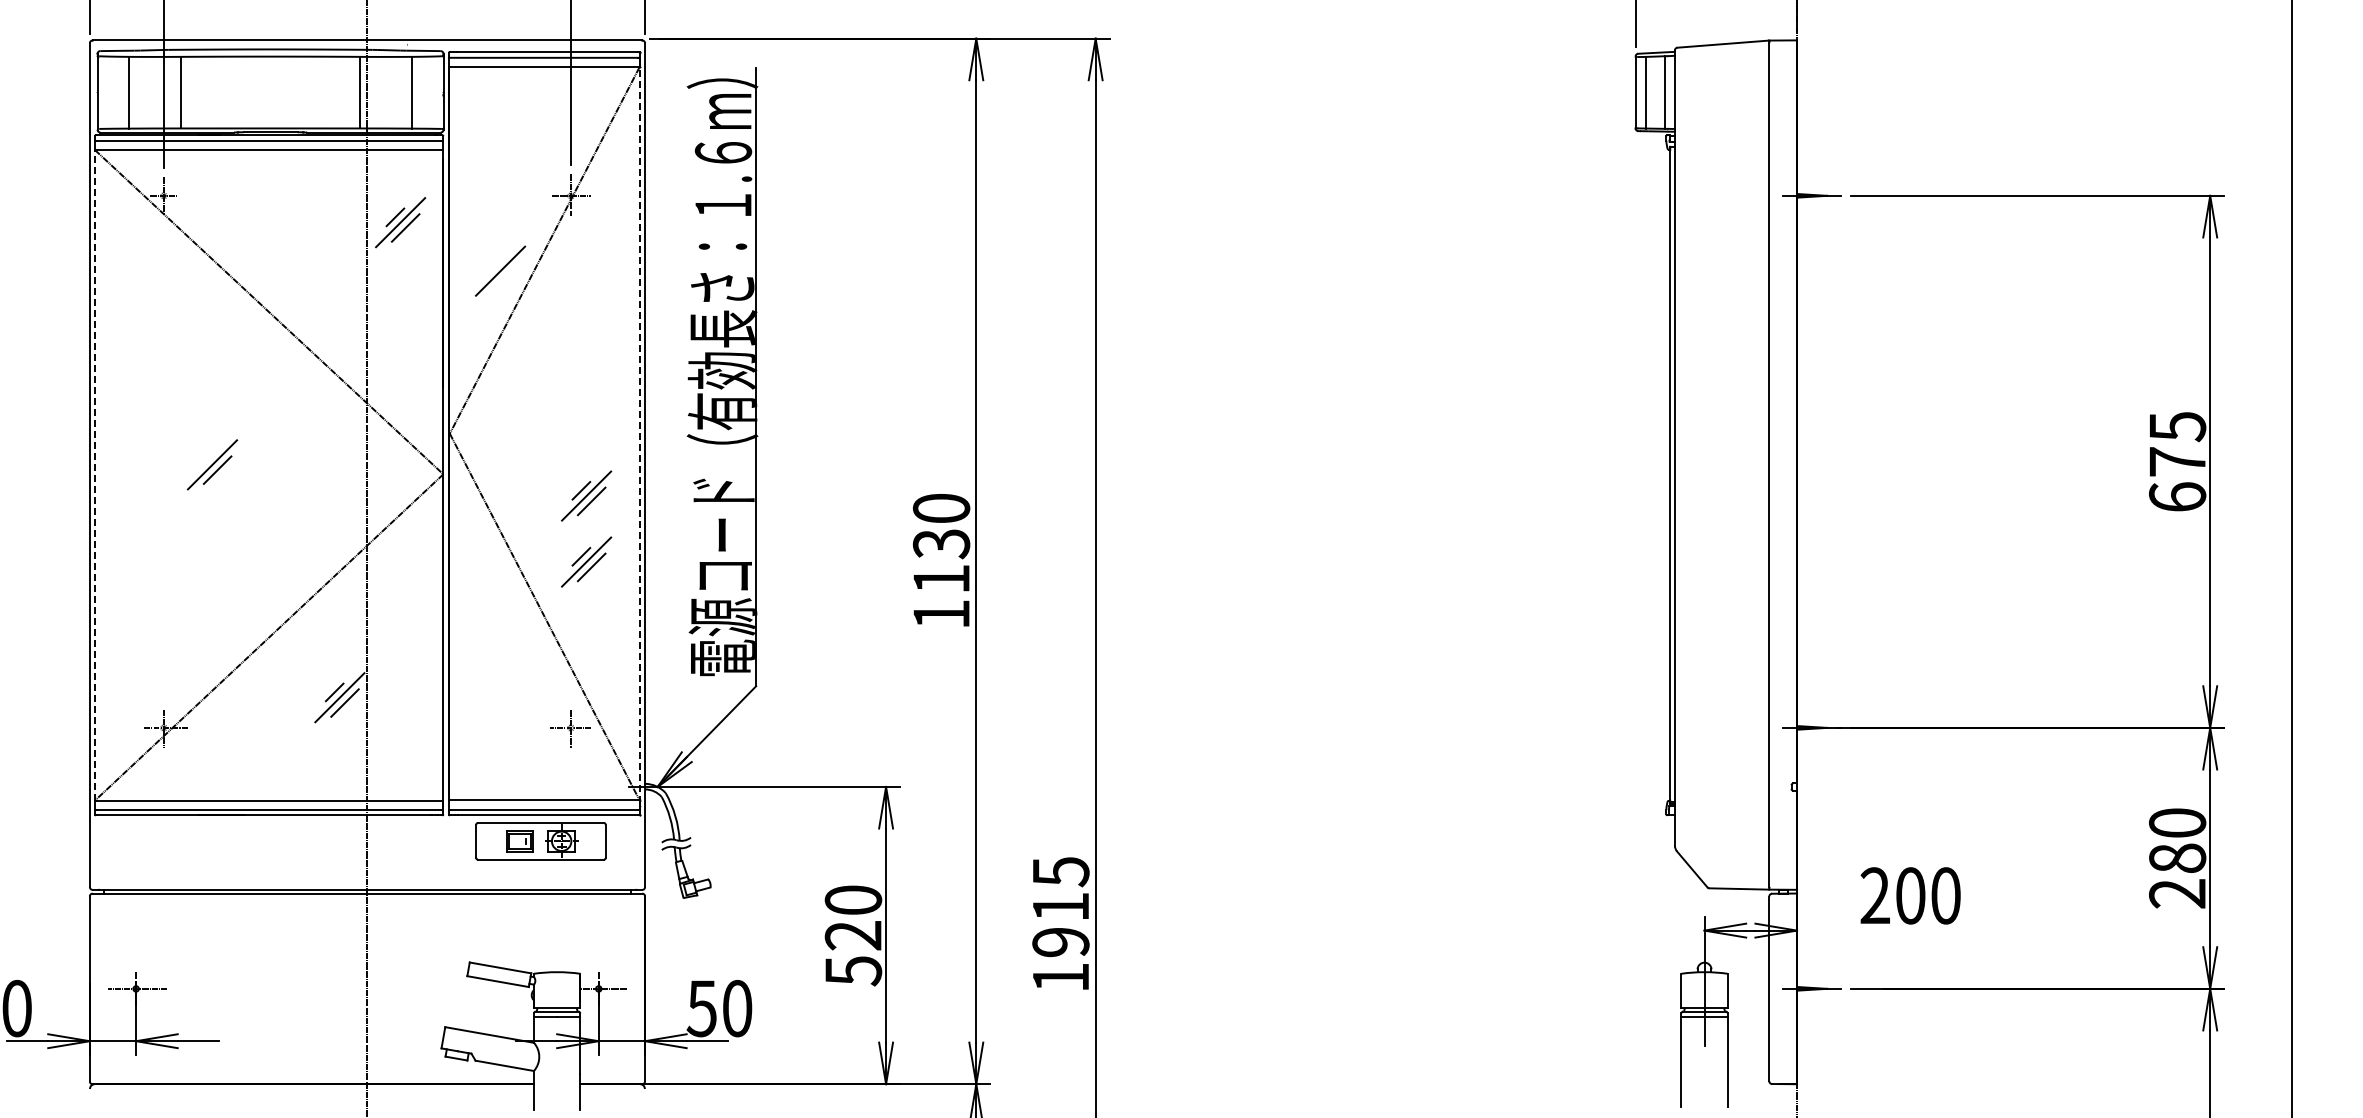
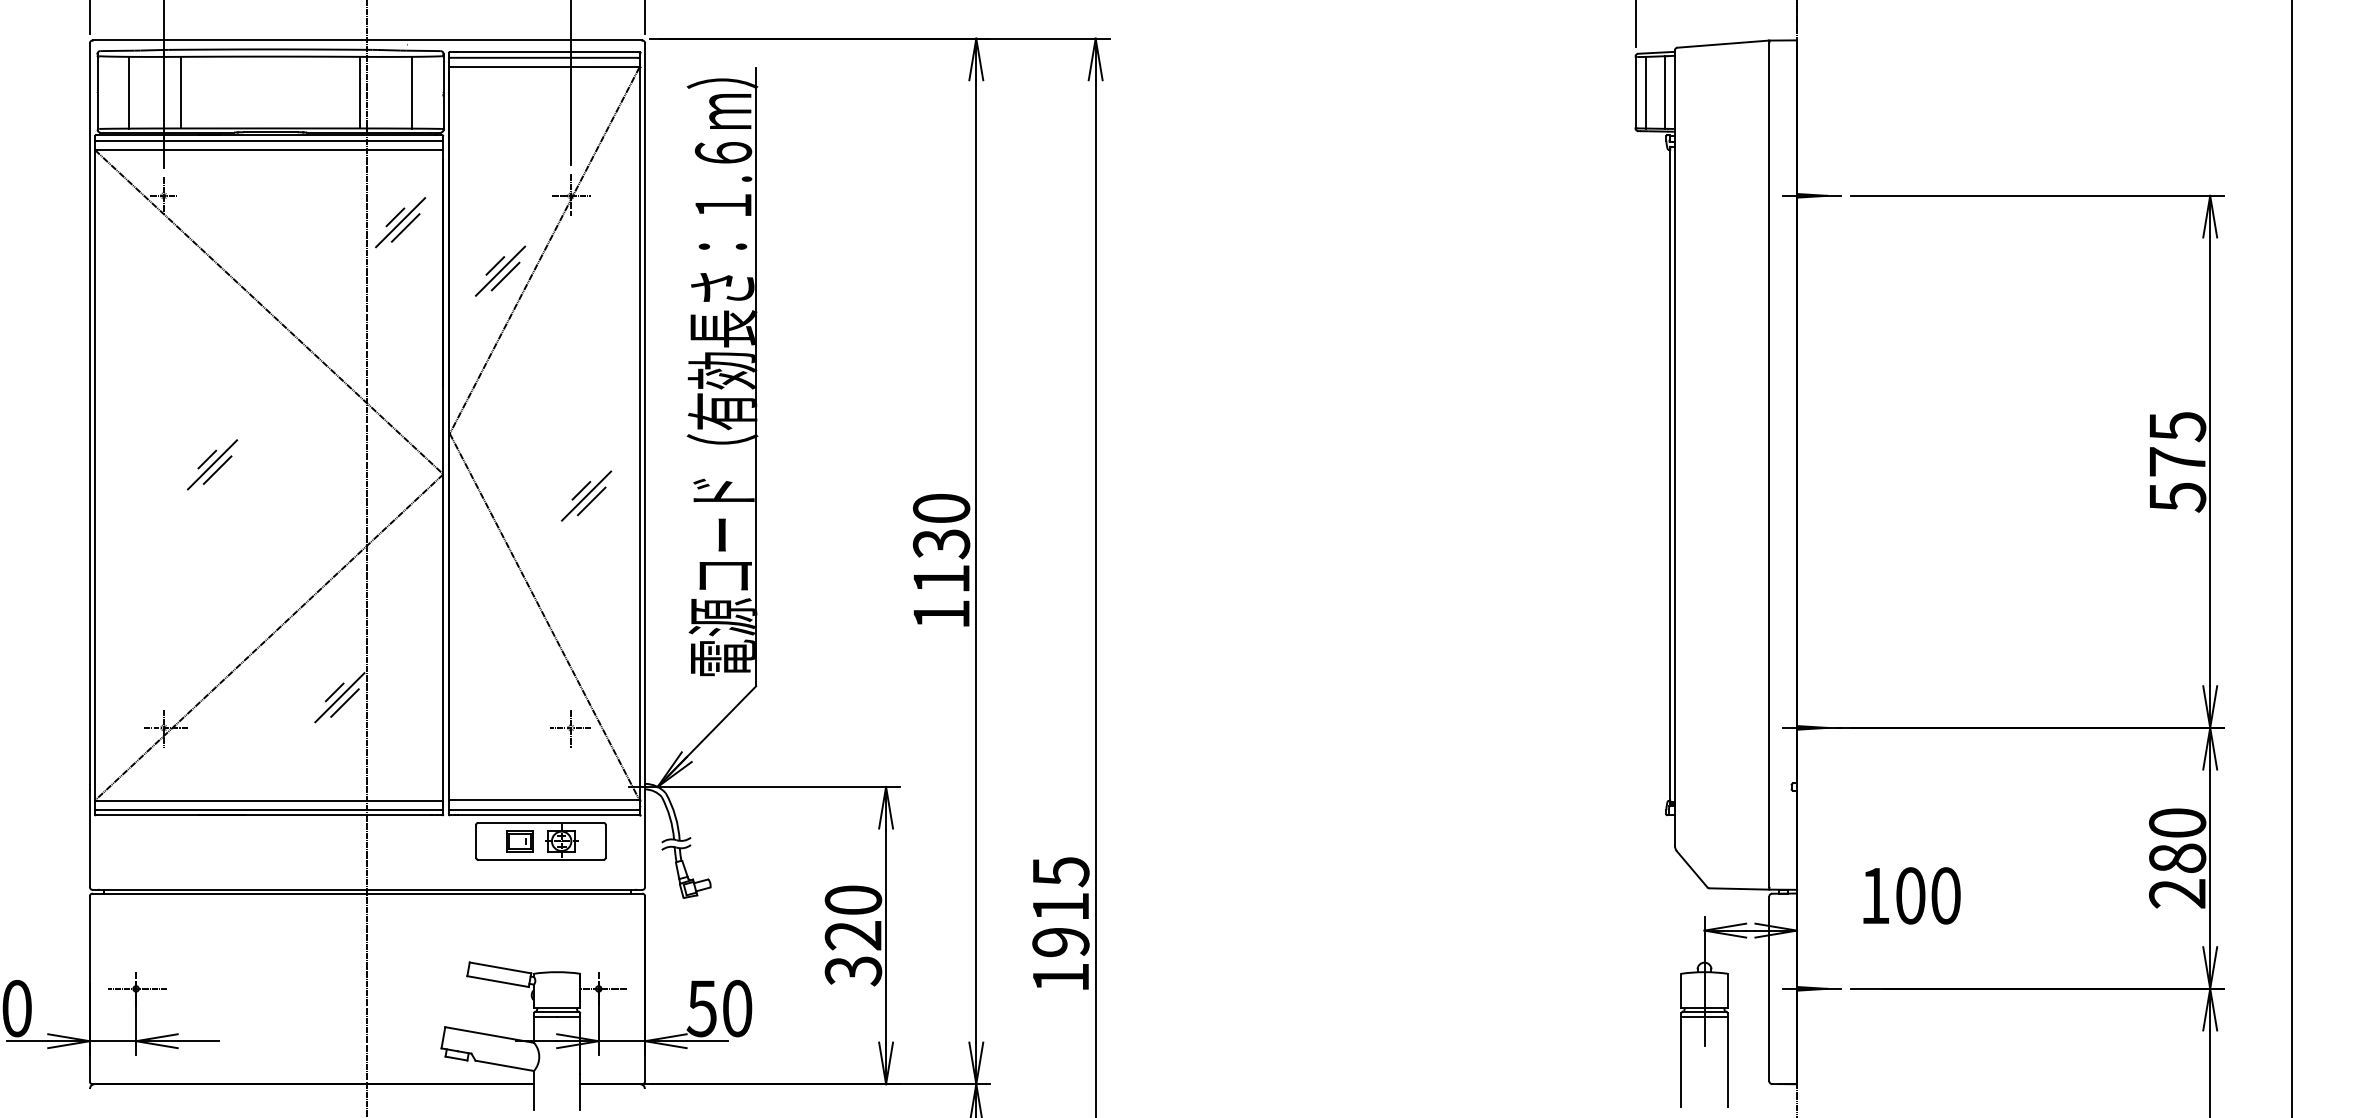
line at (495, 265): none -> present
line at (505, 276): none -> present
line at (640, 433): dashed -> solid
line at (207, 459): none -> present
line at (94, 474): dashed -> solid
text at (2177, 497): 675 -> 575
part at (586, 561): present -> none
text at (1874, 895): 200 -> 100
text at (852, 971): 520 -> 320
